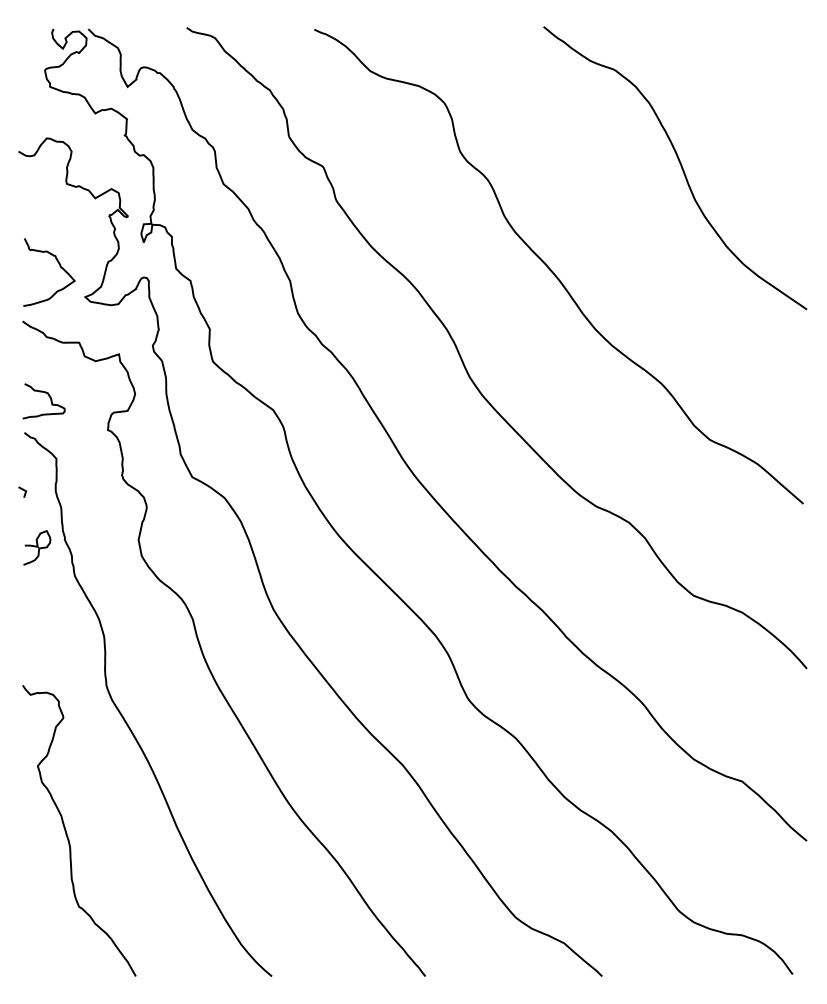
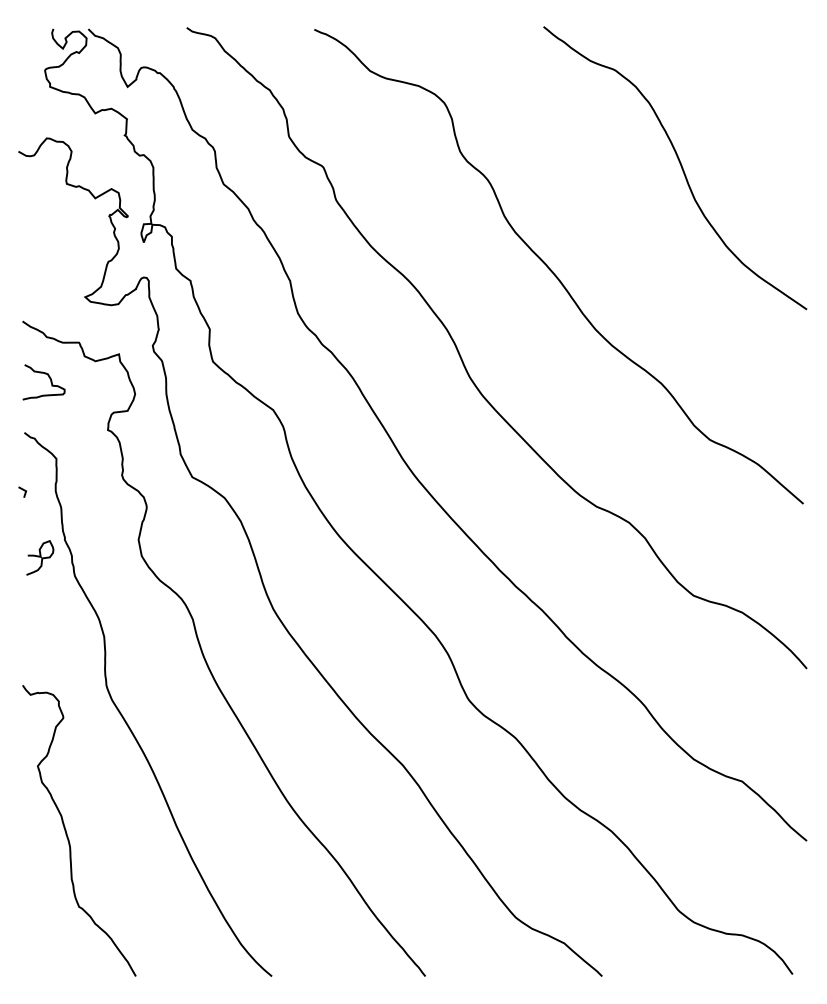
curve at (59, 266): present -> none
curve at (50, 401) position: (50, 401) -> (50, 382)
curve at (37, 547) position: (37, 547) -> (40, 557)
